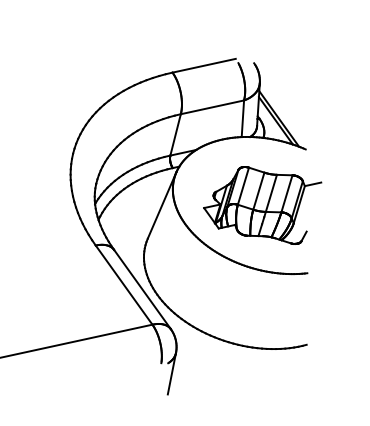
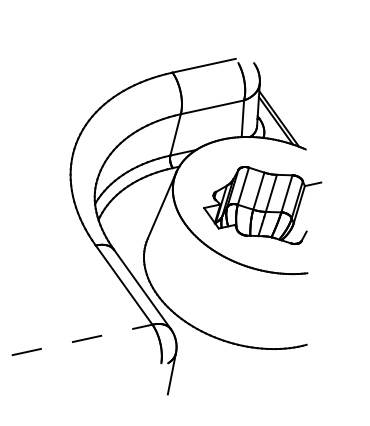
line at (76, 341): solid -> dashed
